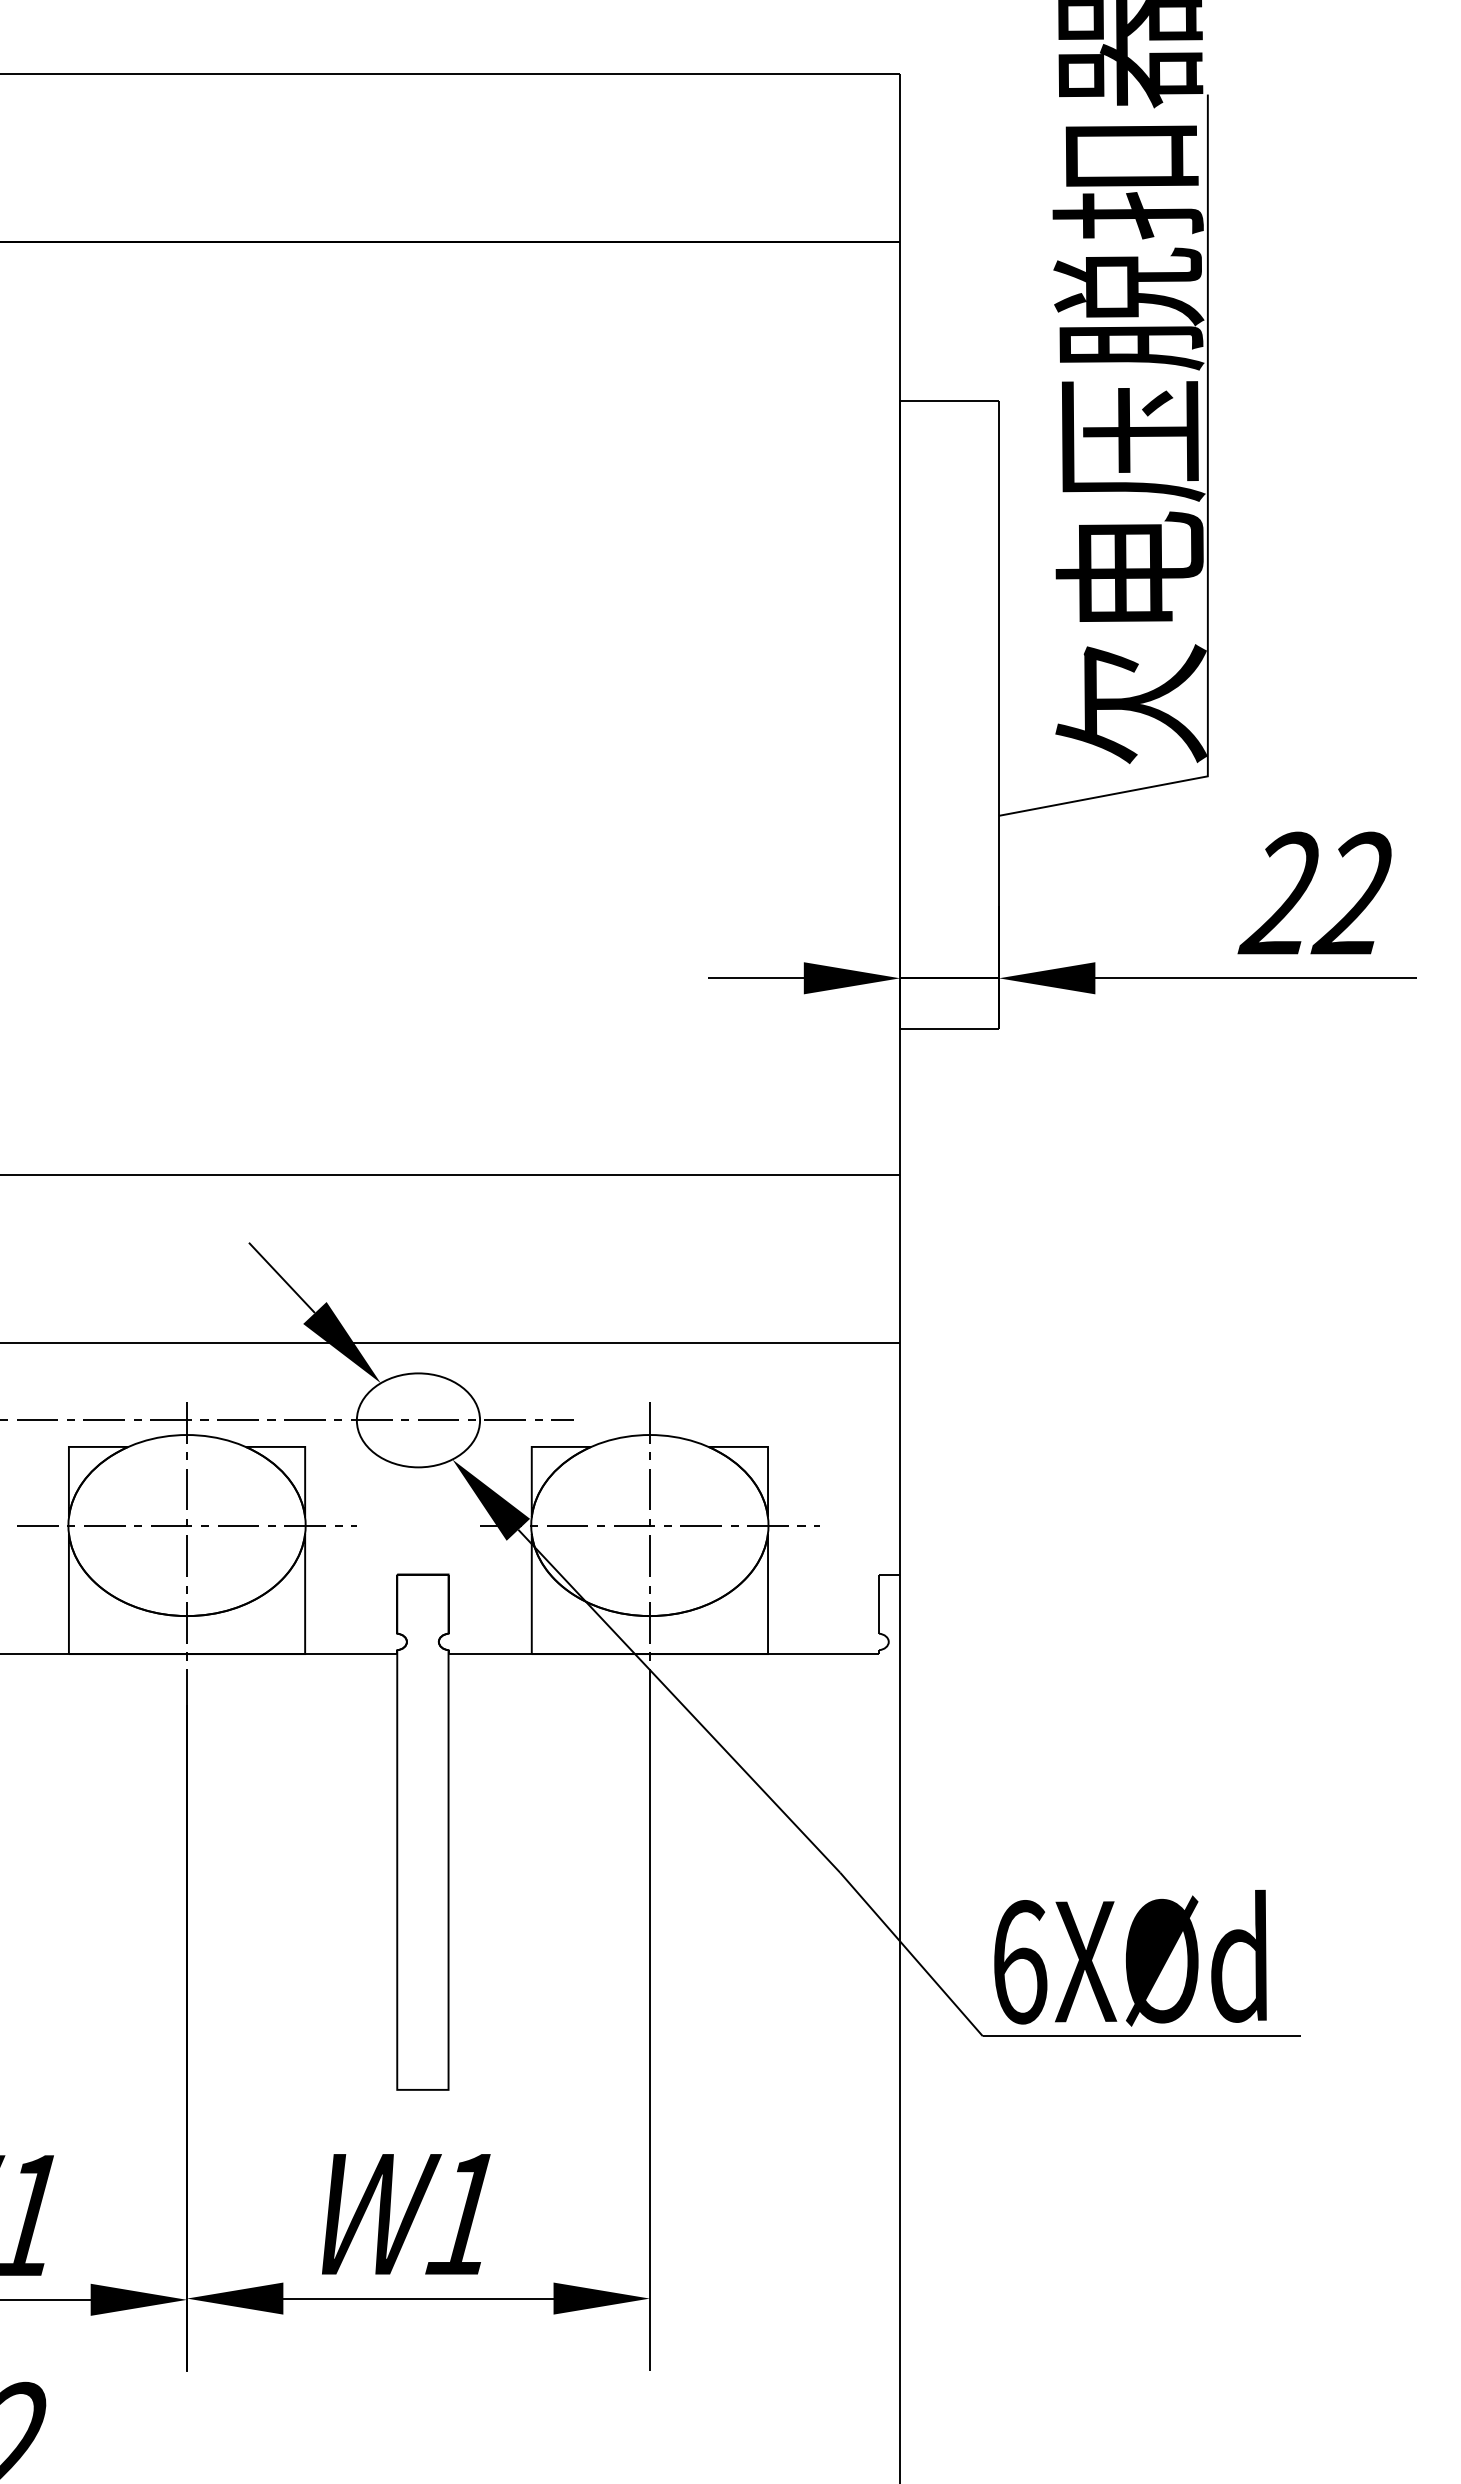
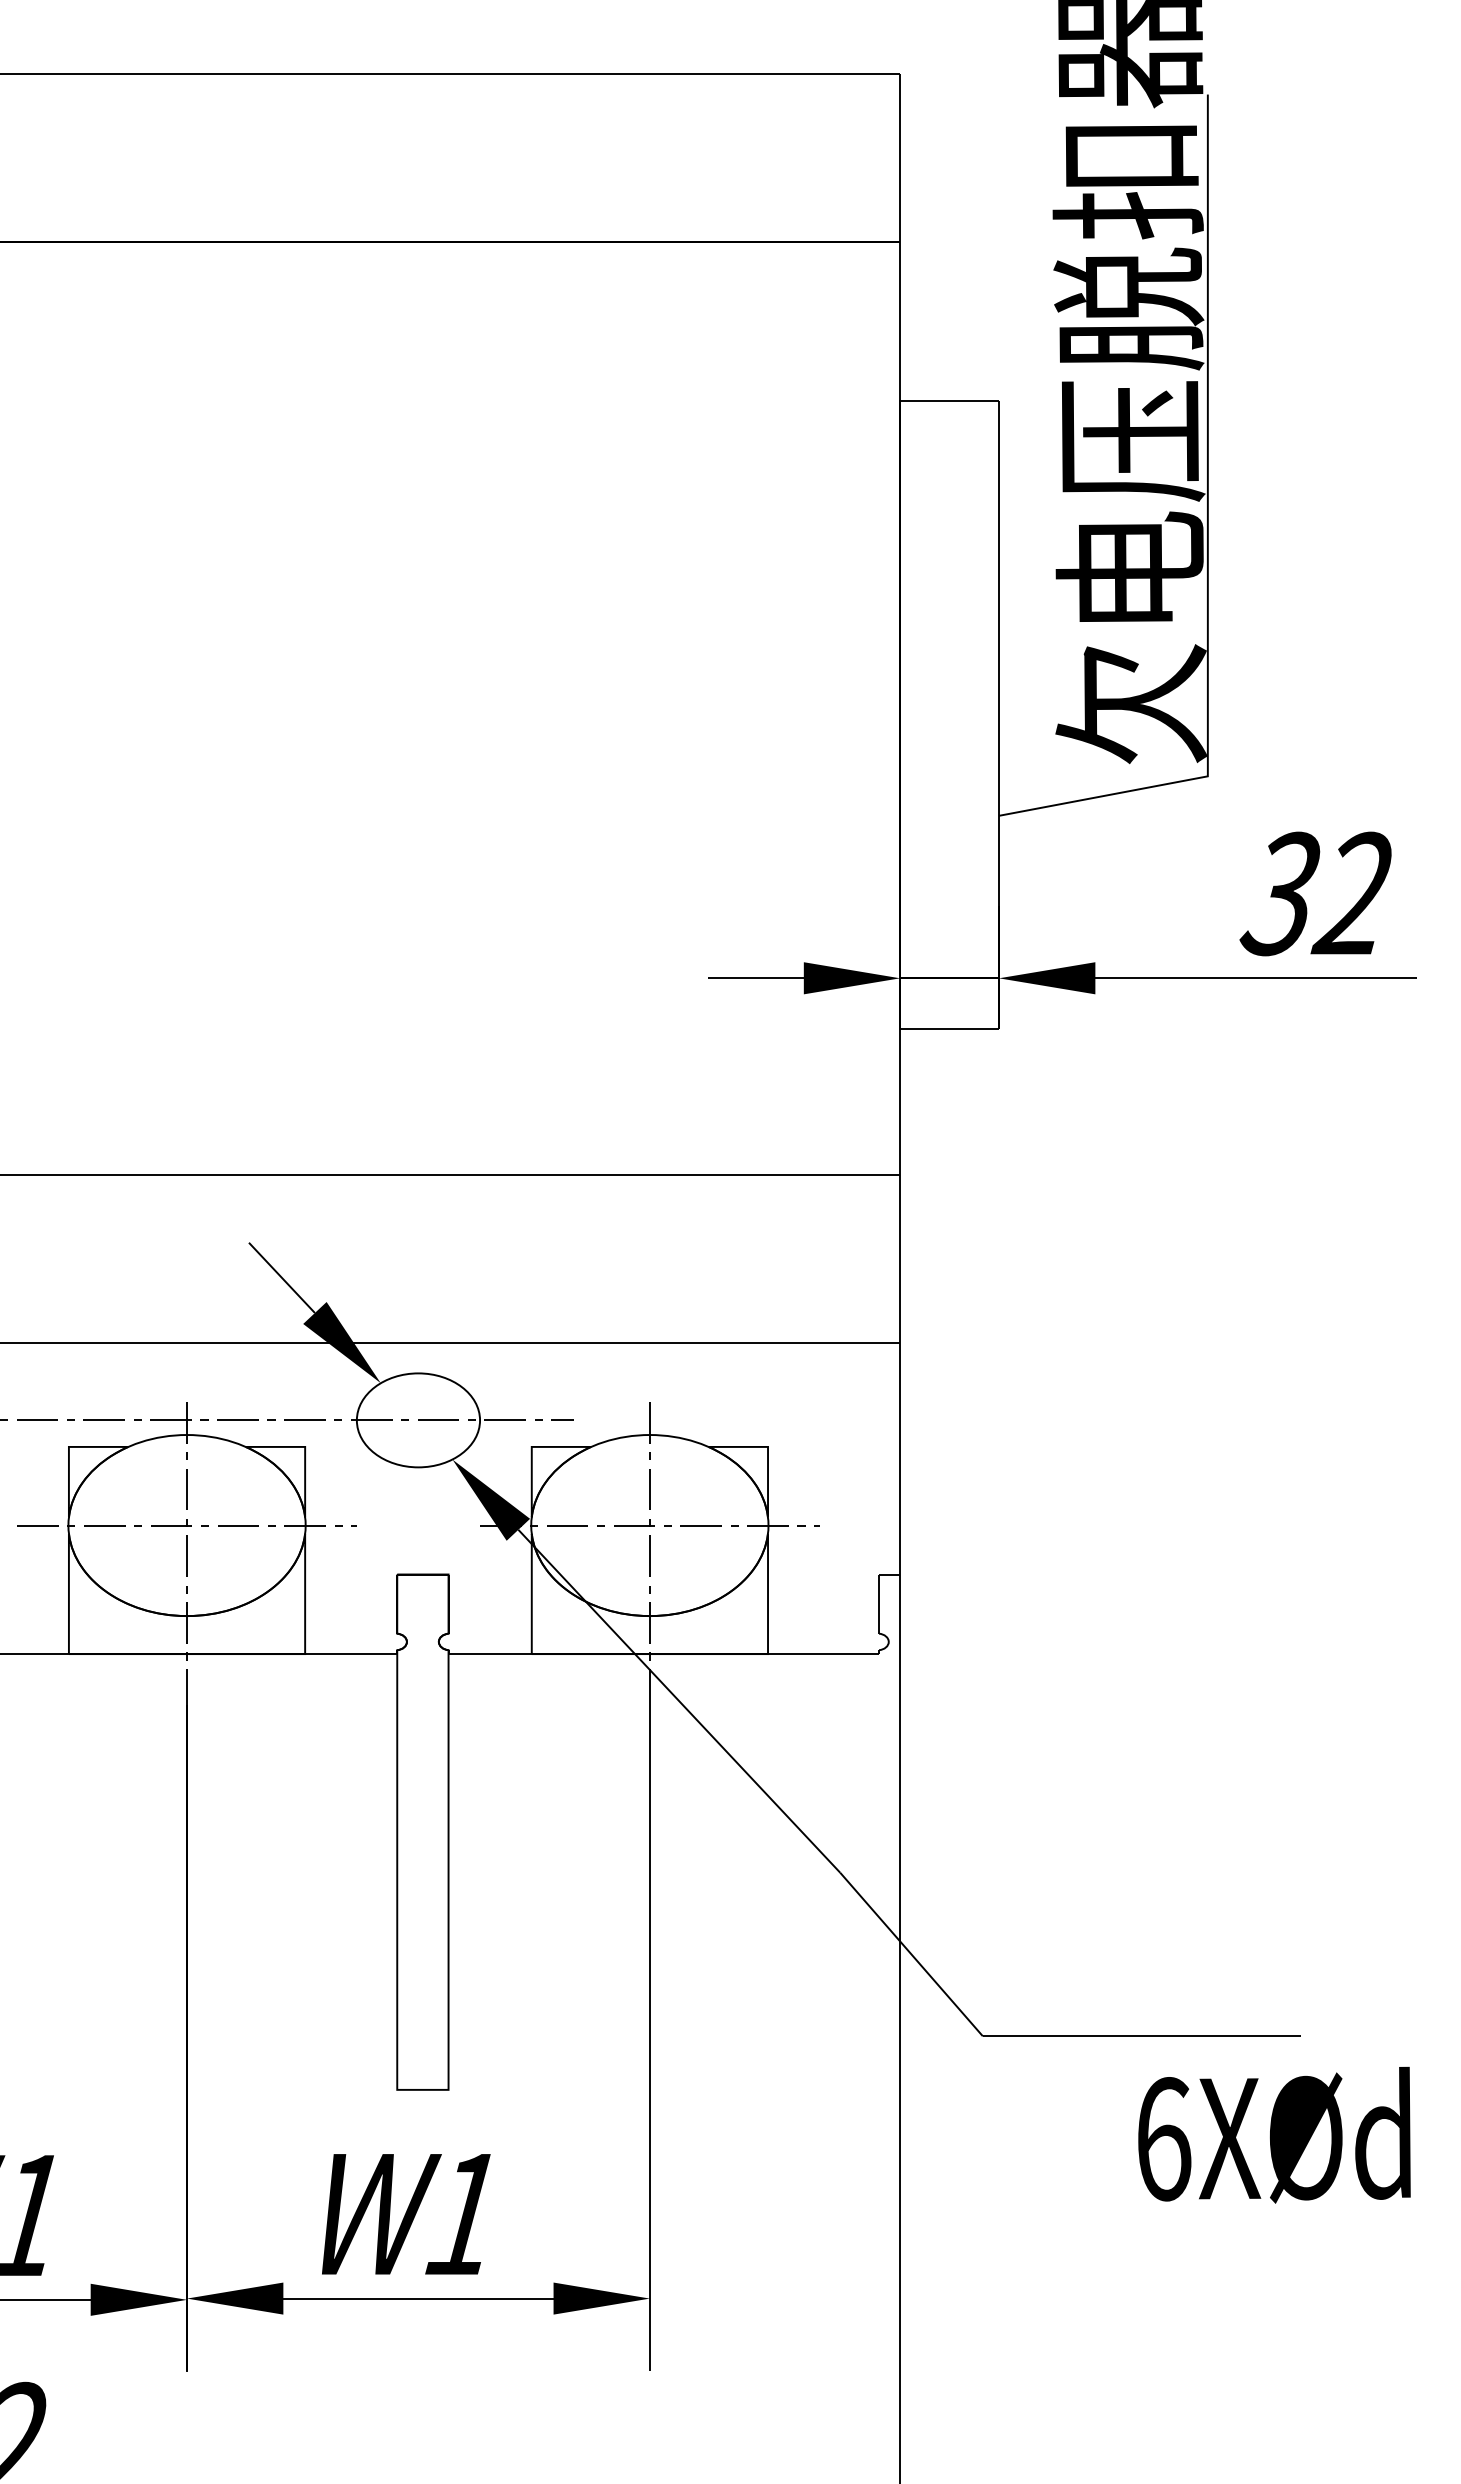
text at (1278, 894): 22 -> 32
text at (1130, 1957) position: (1130, 1957) -> (1274, 2134)
